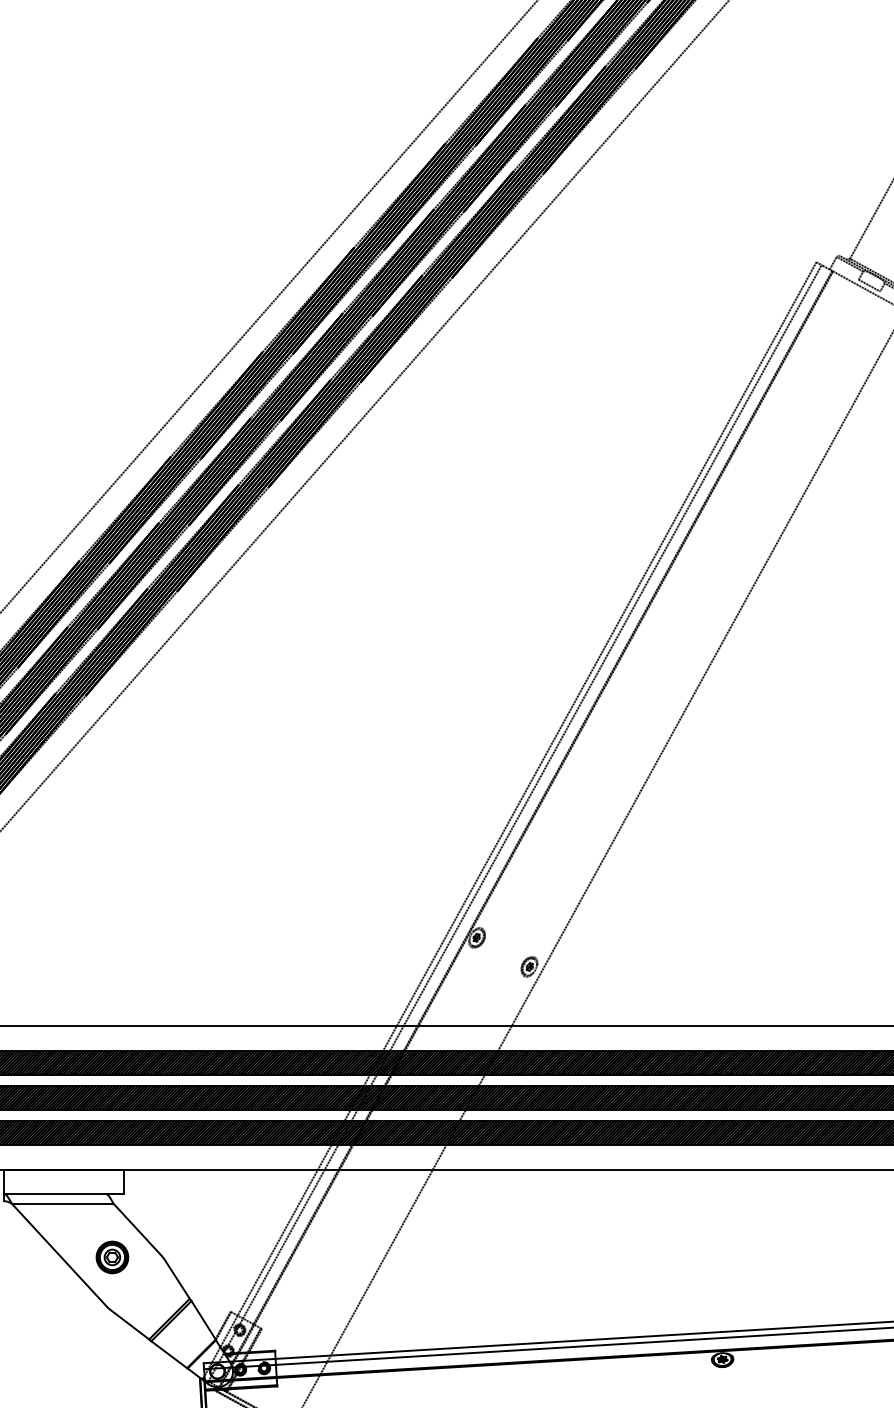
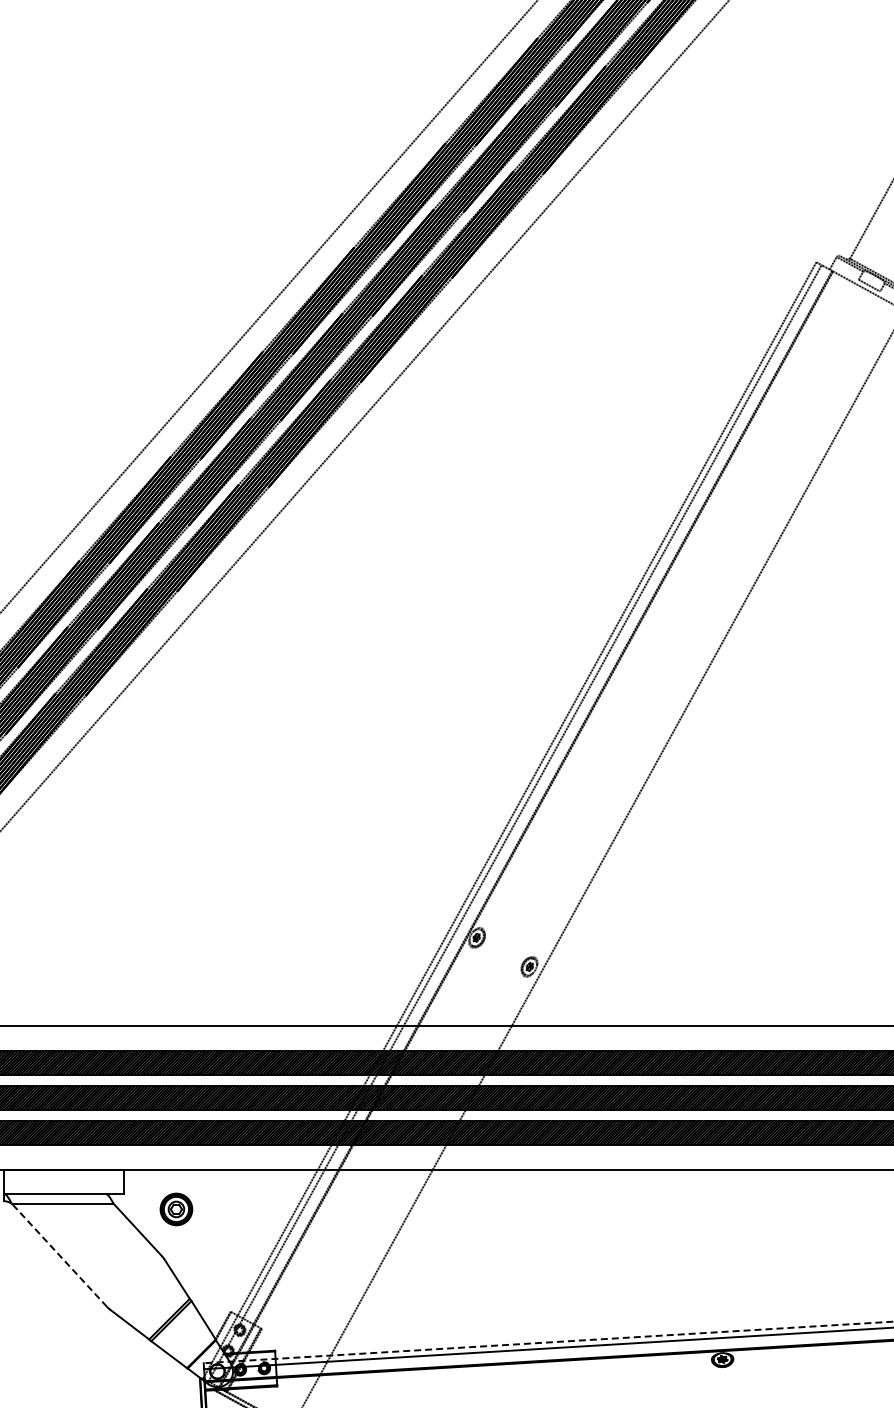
line at (59, 1254): solid -> dashed
part at (112, 1257) position: (112, 1257) -> (176, 1209)
line at (548, 1342): solid -> dashed
